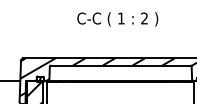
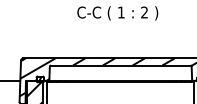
text at (117, 19) position: (117, 19) -> (117, 13)
